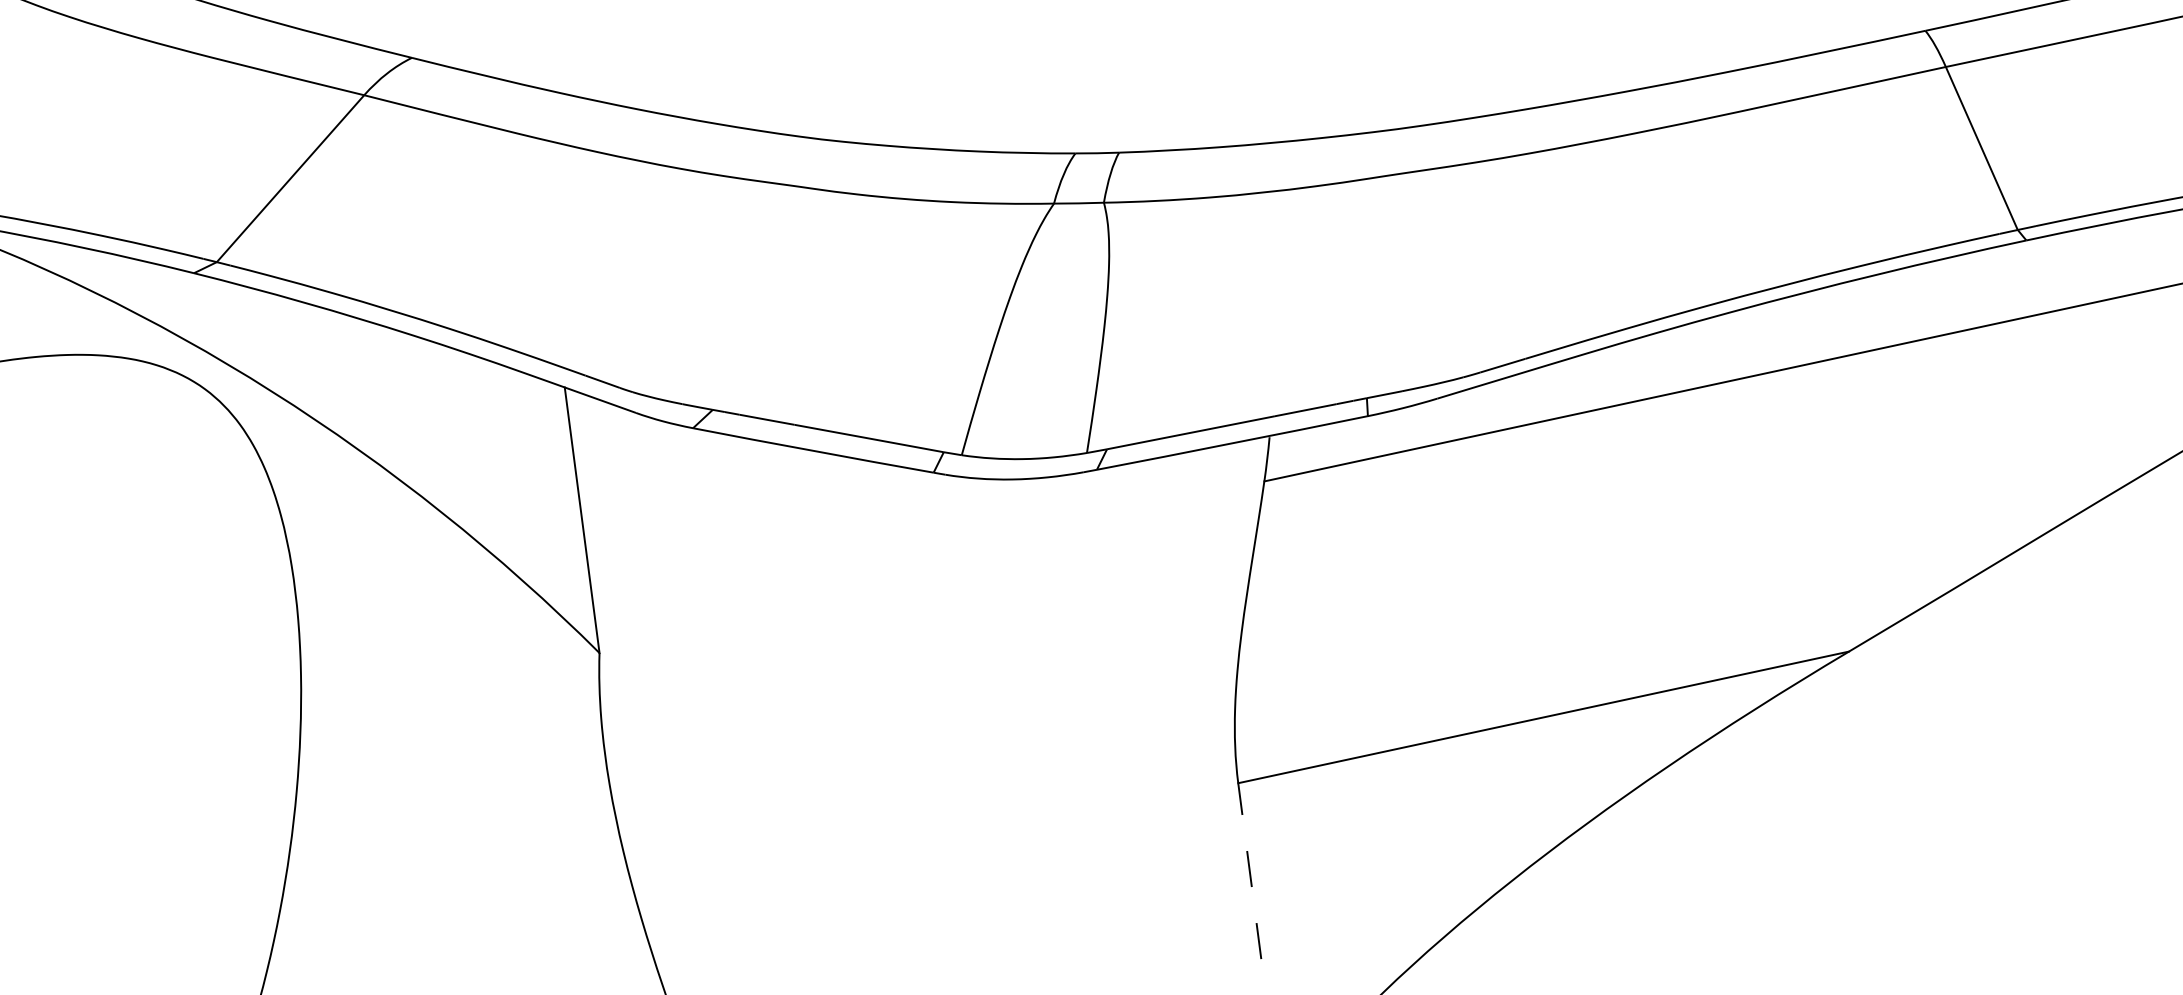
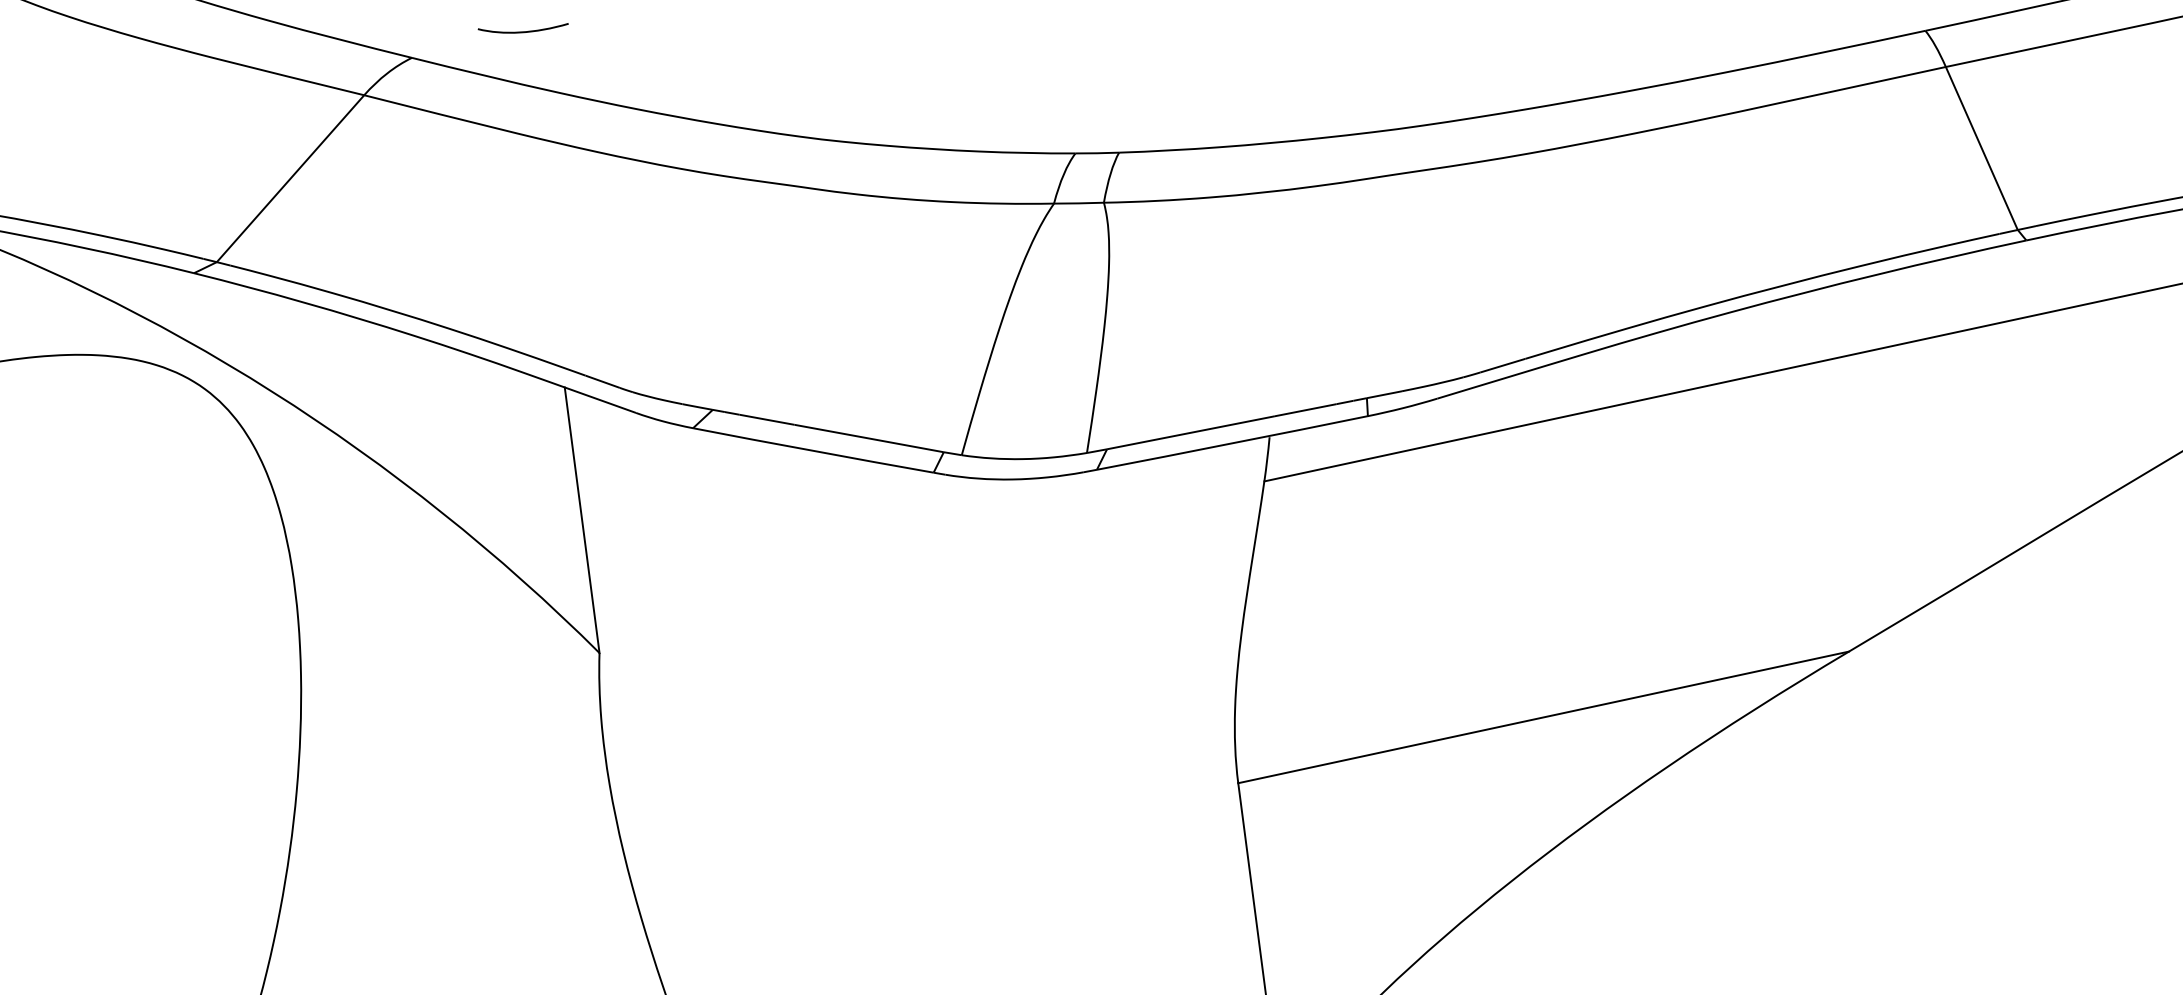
curve at (522, 31): none -> present
line at (1252, 888): dashed -> solid
